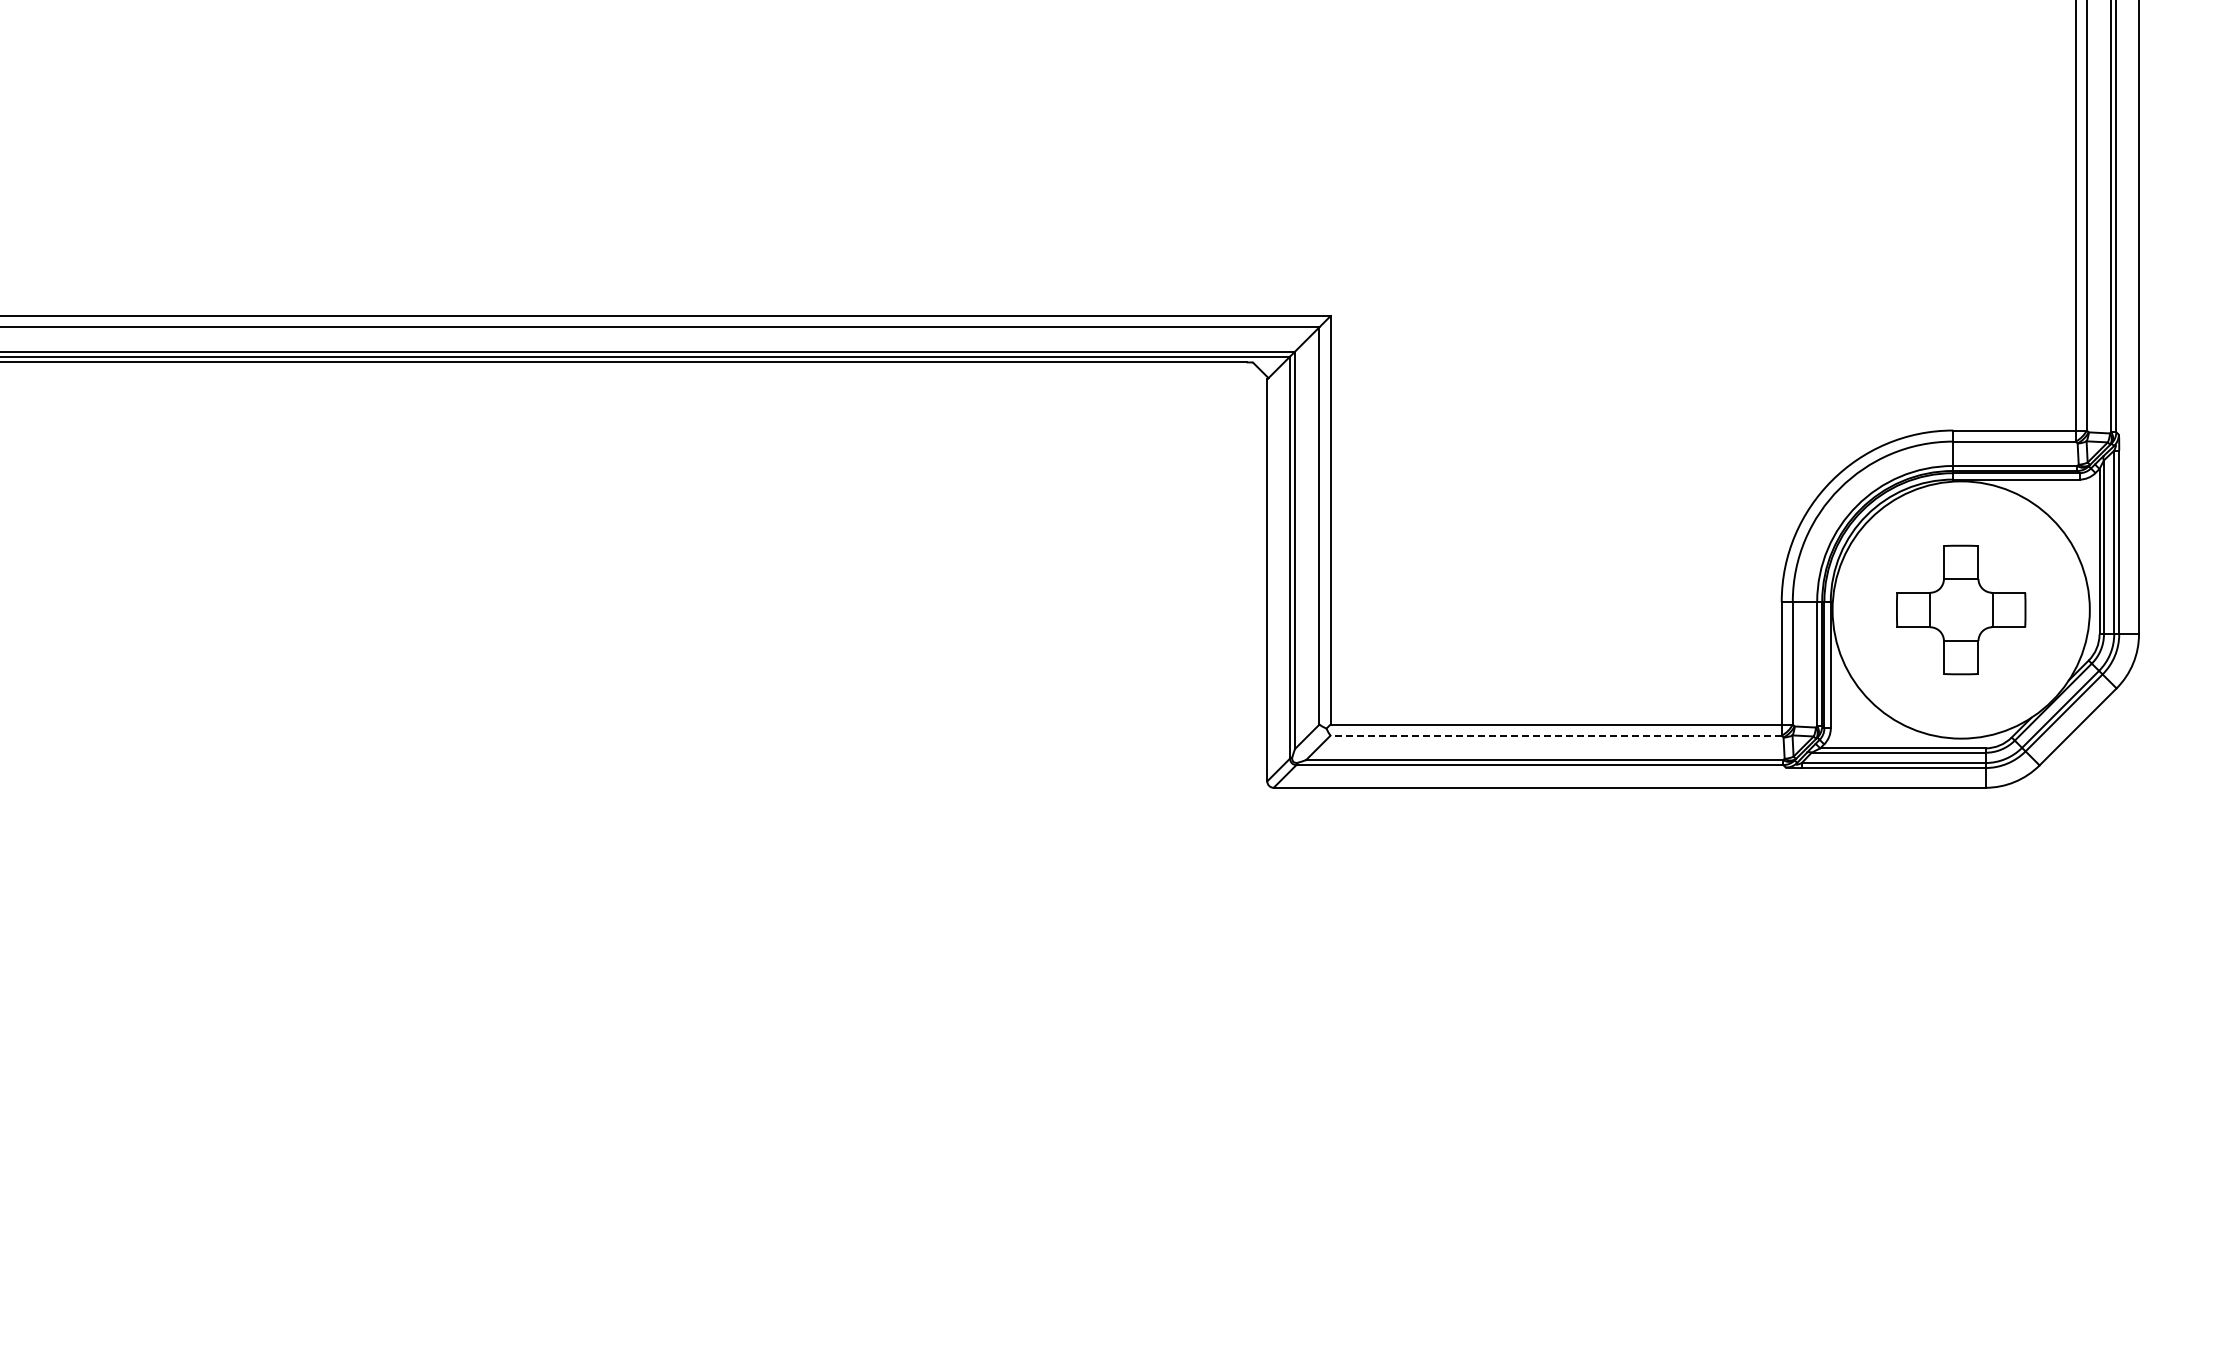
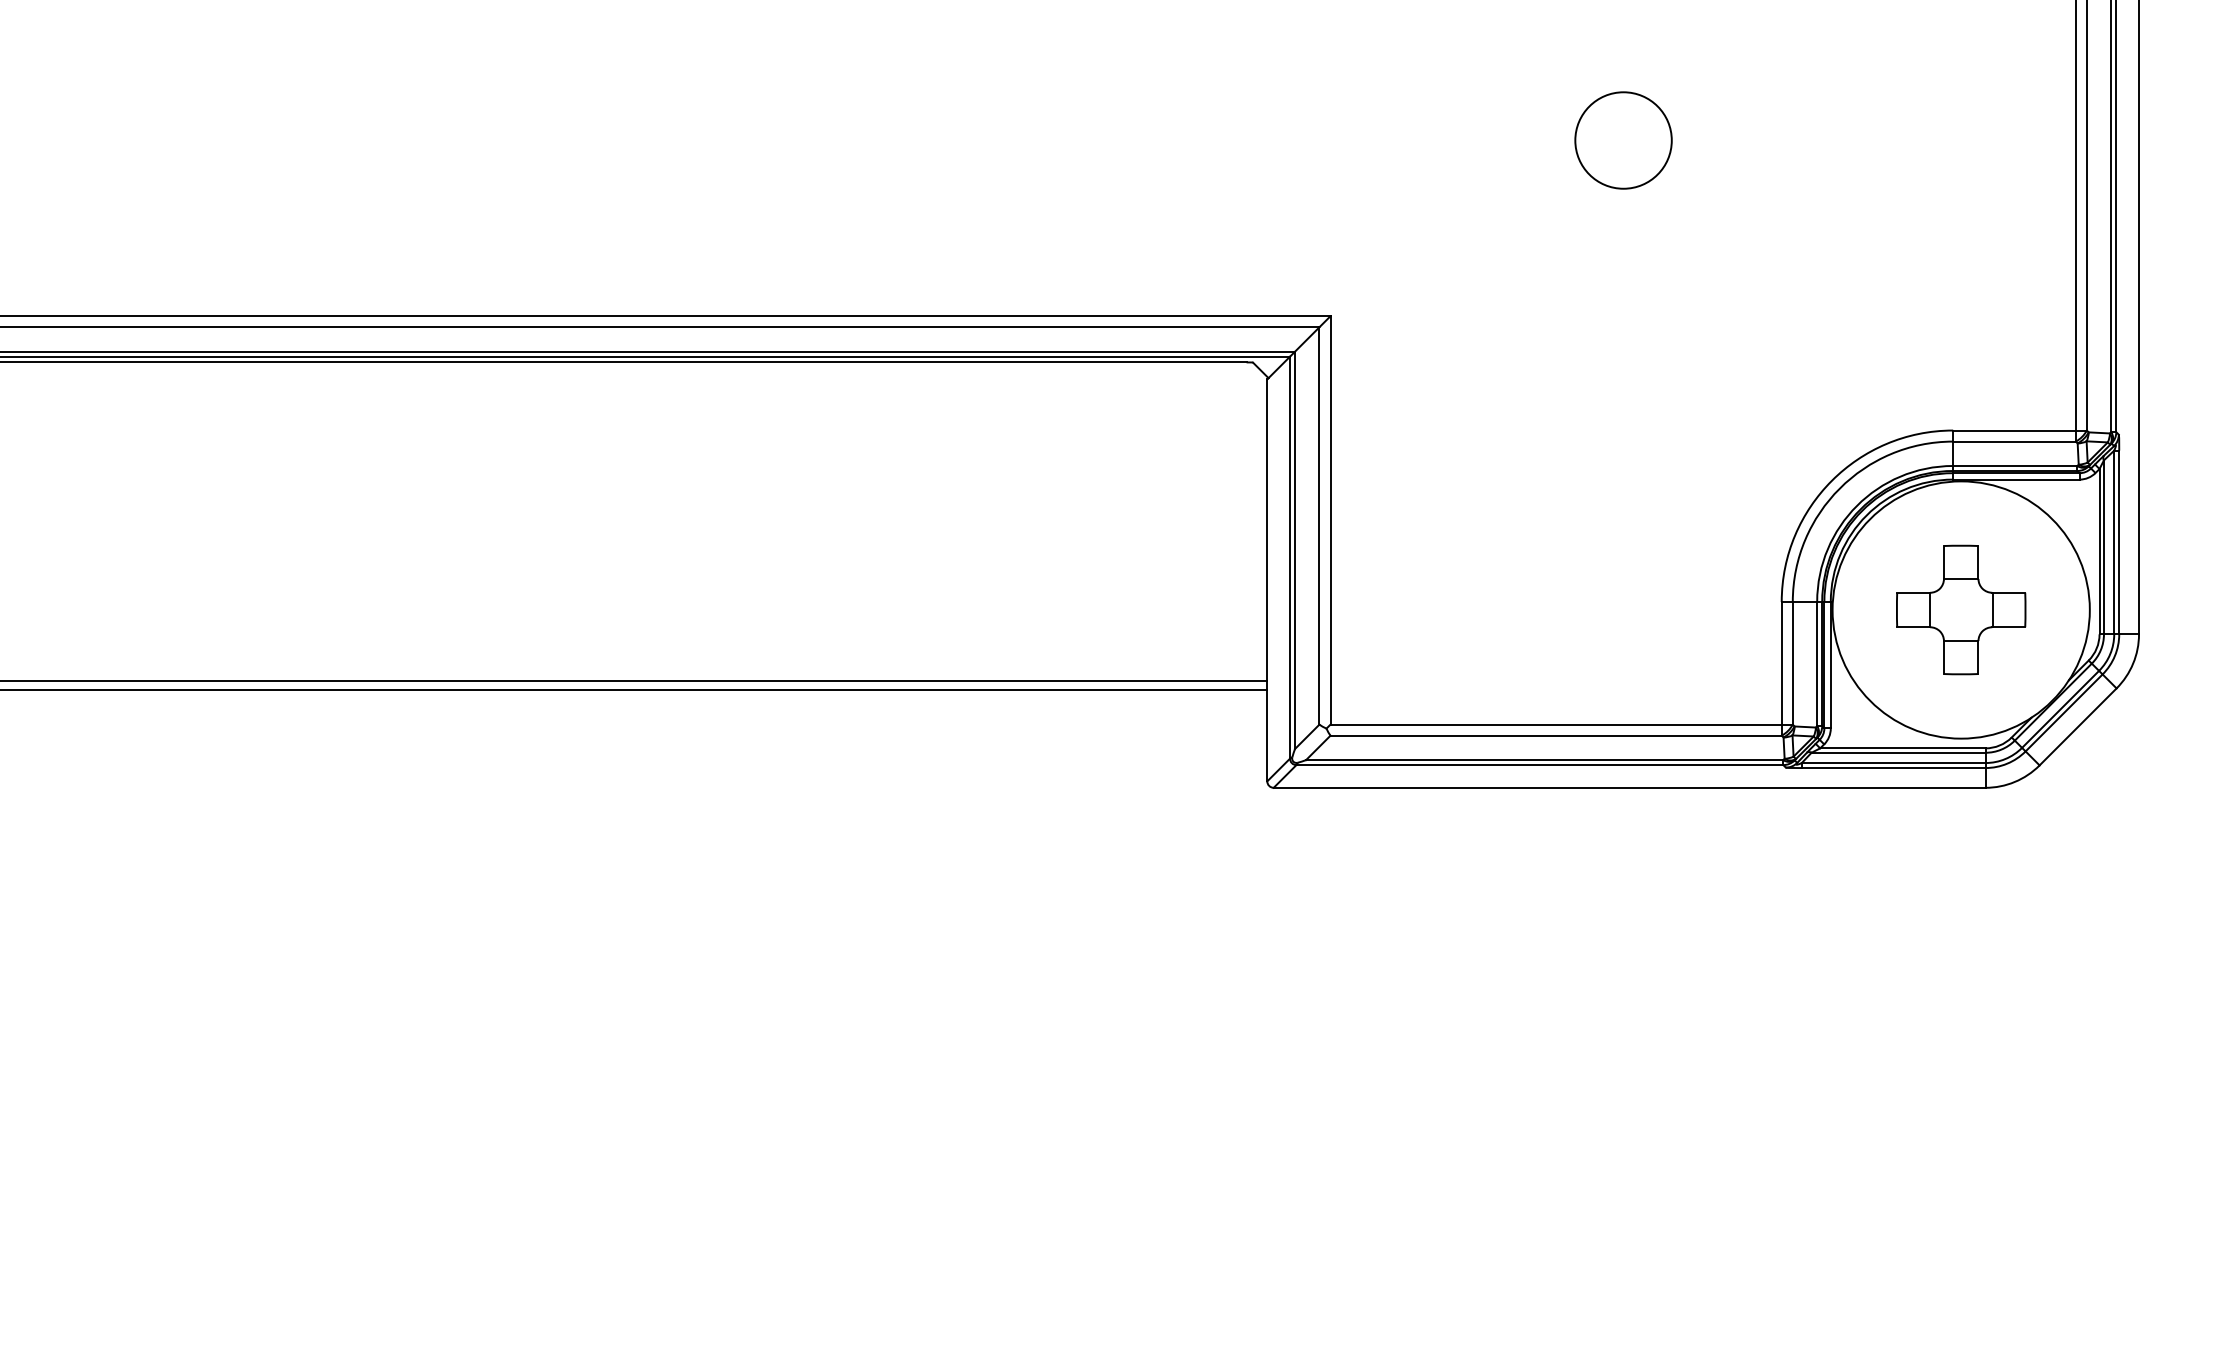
circle at (1623, 140): none -> present
line at (634, 680): none -> present
line at (634, 690): none -> present
line at (1556, 735): dashed -> solid
